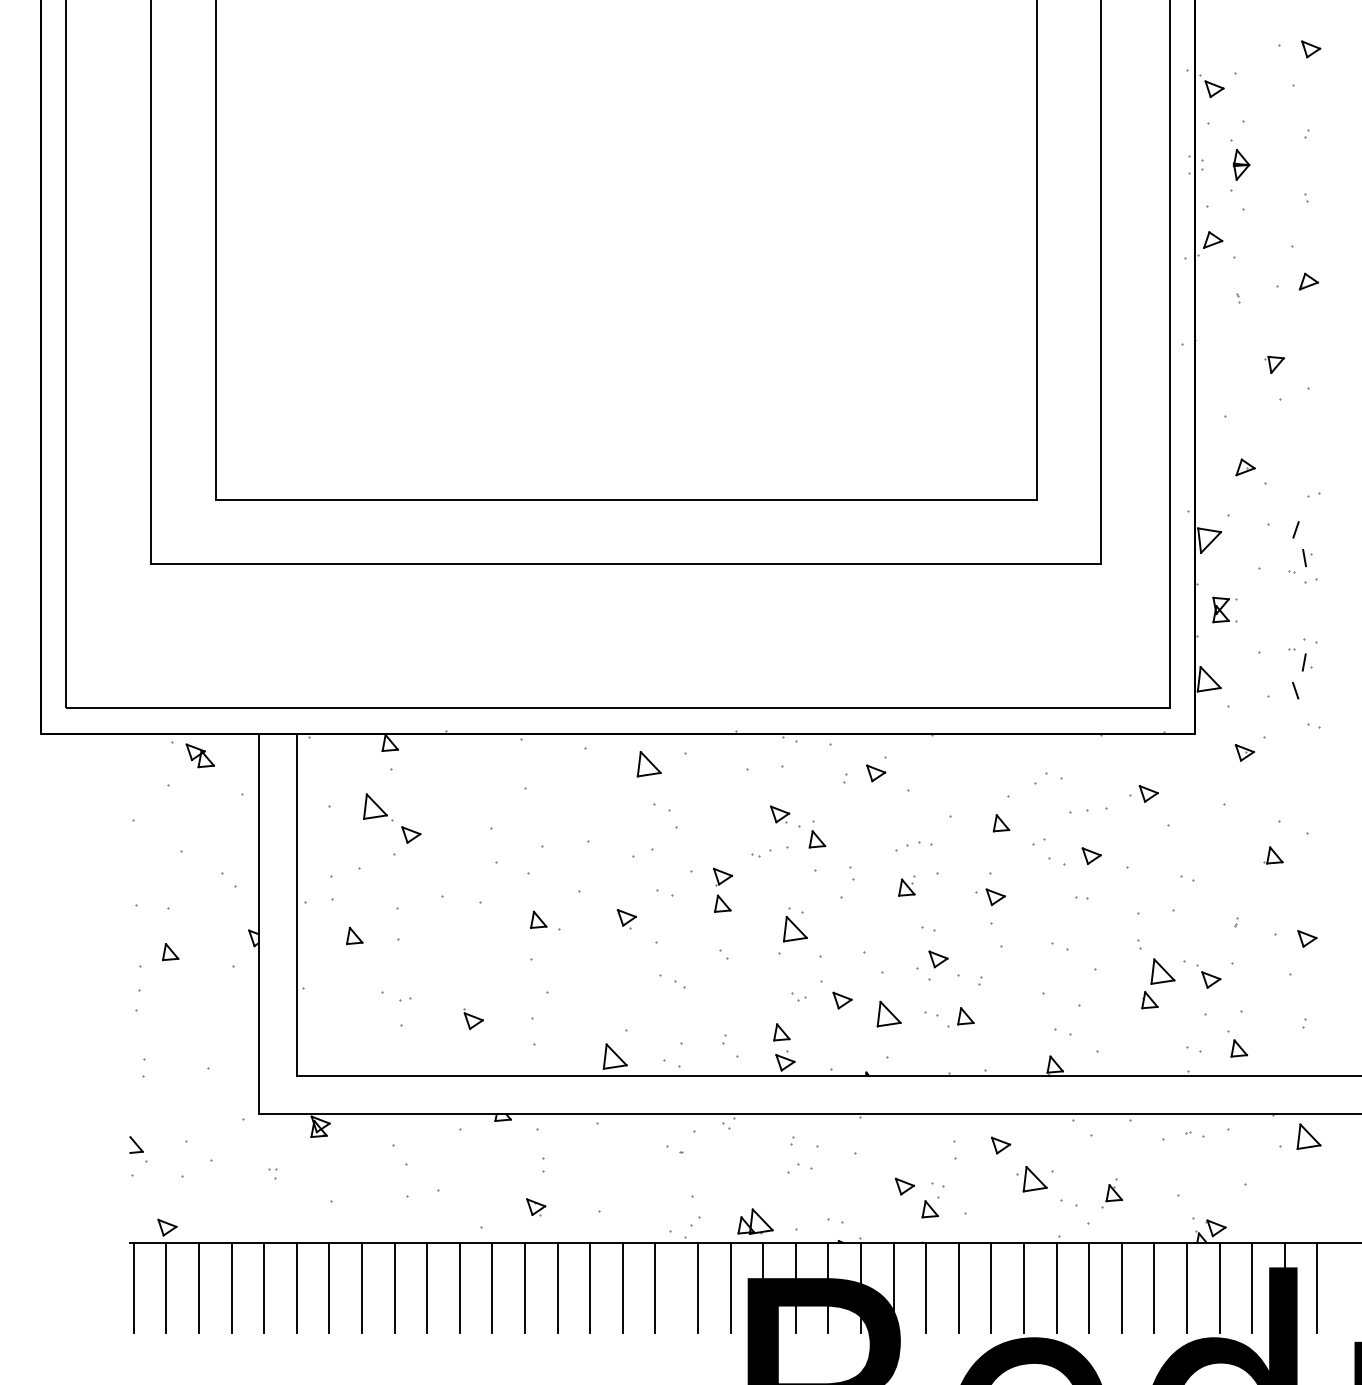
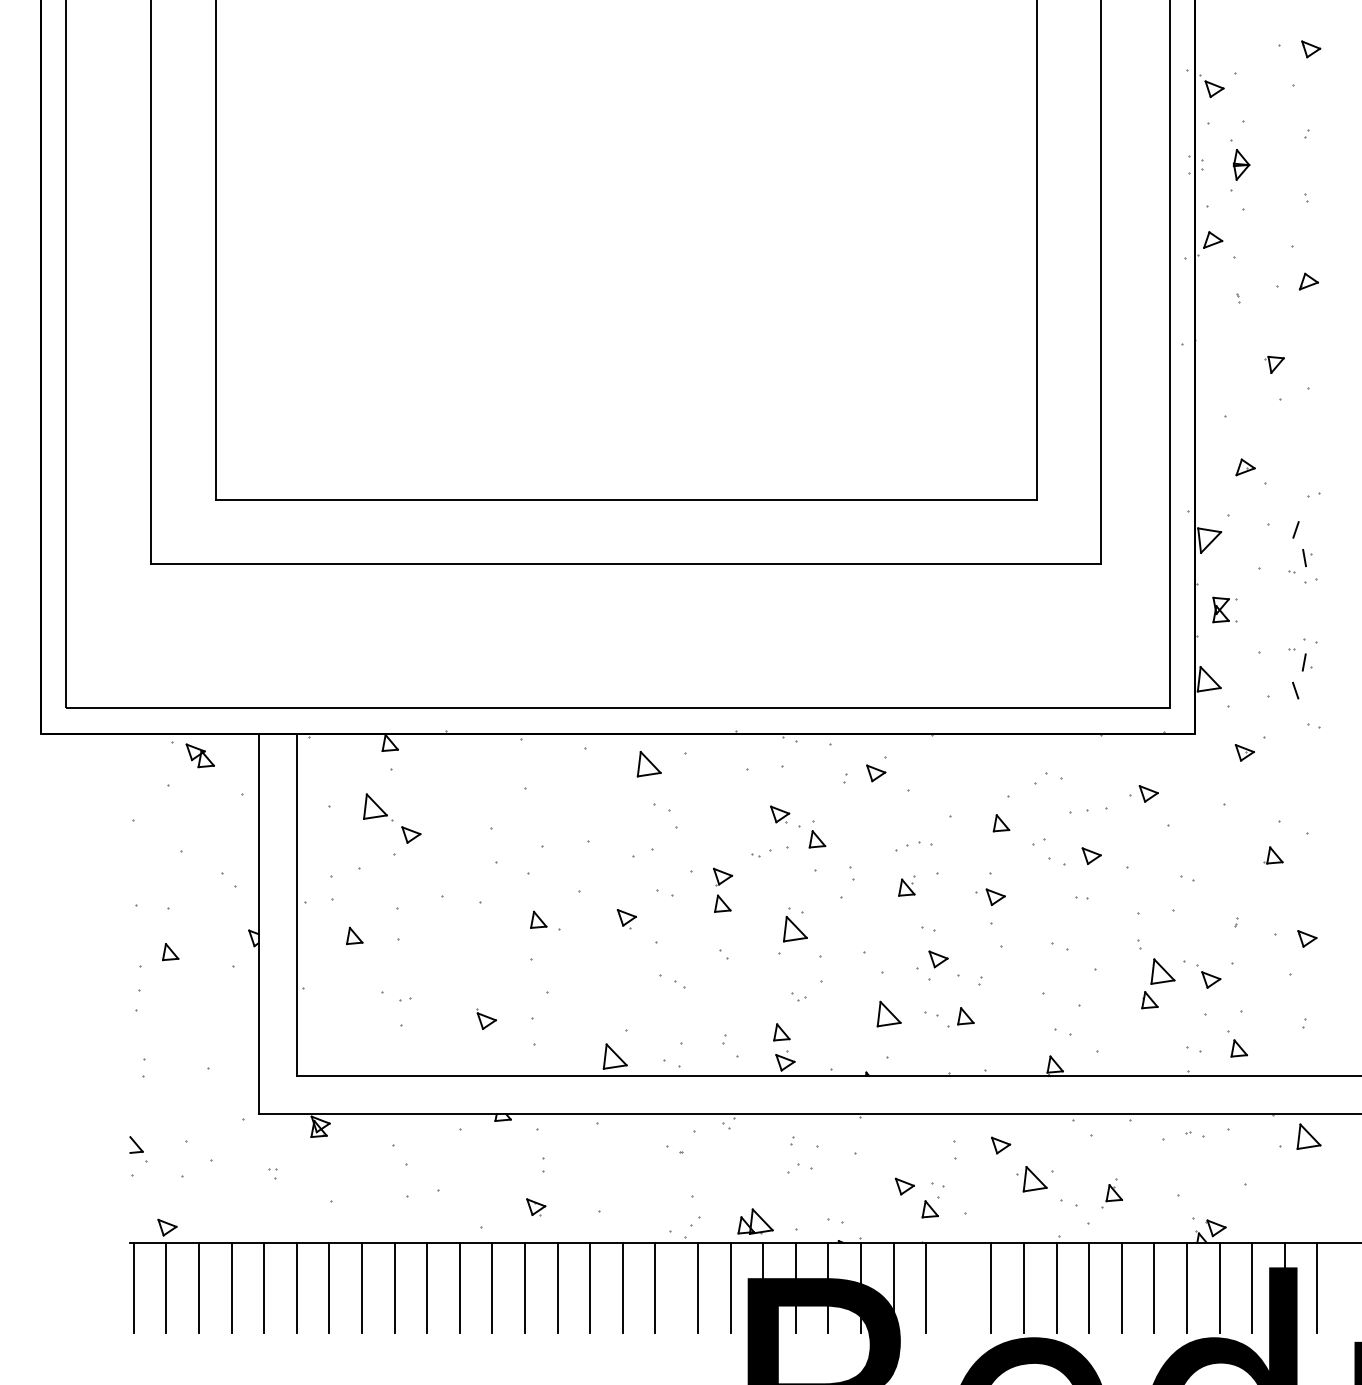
part at (842, 1000): present -> none
part at (473, 1018) position: (473, 1018) -> (486, 1018)
line at (958, 1287): present -> none
